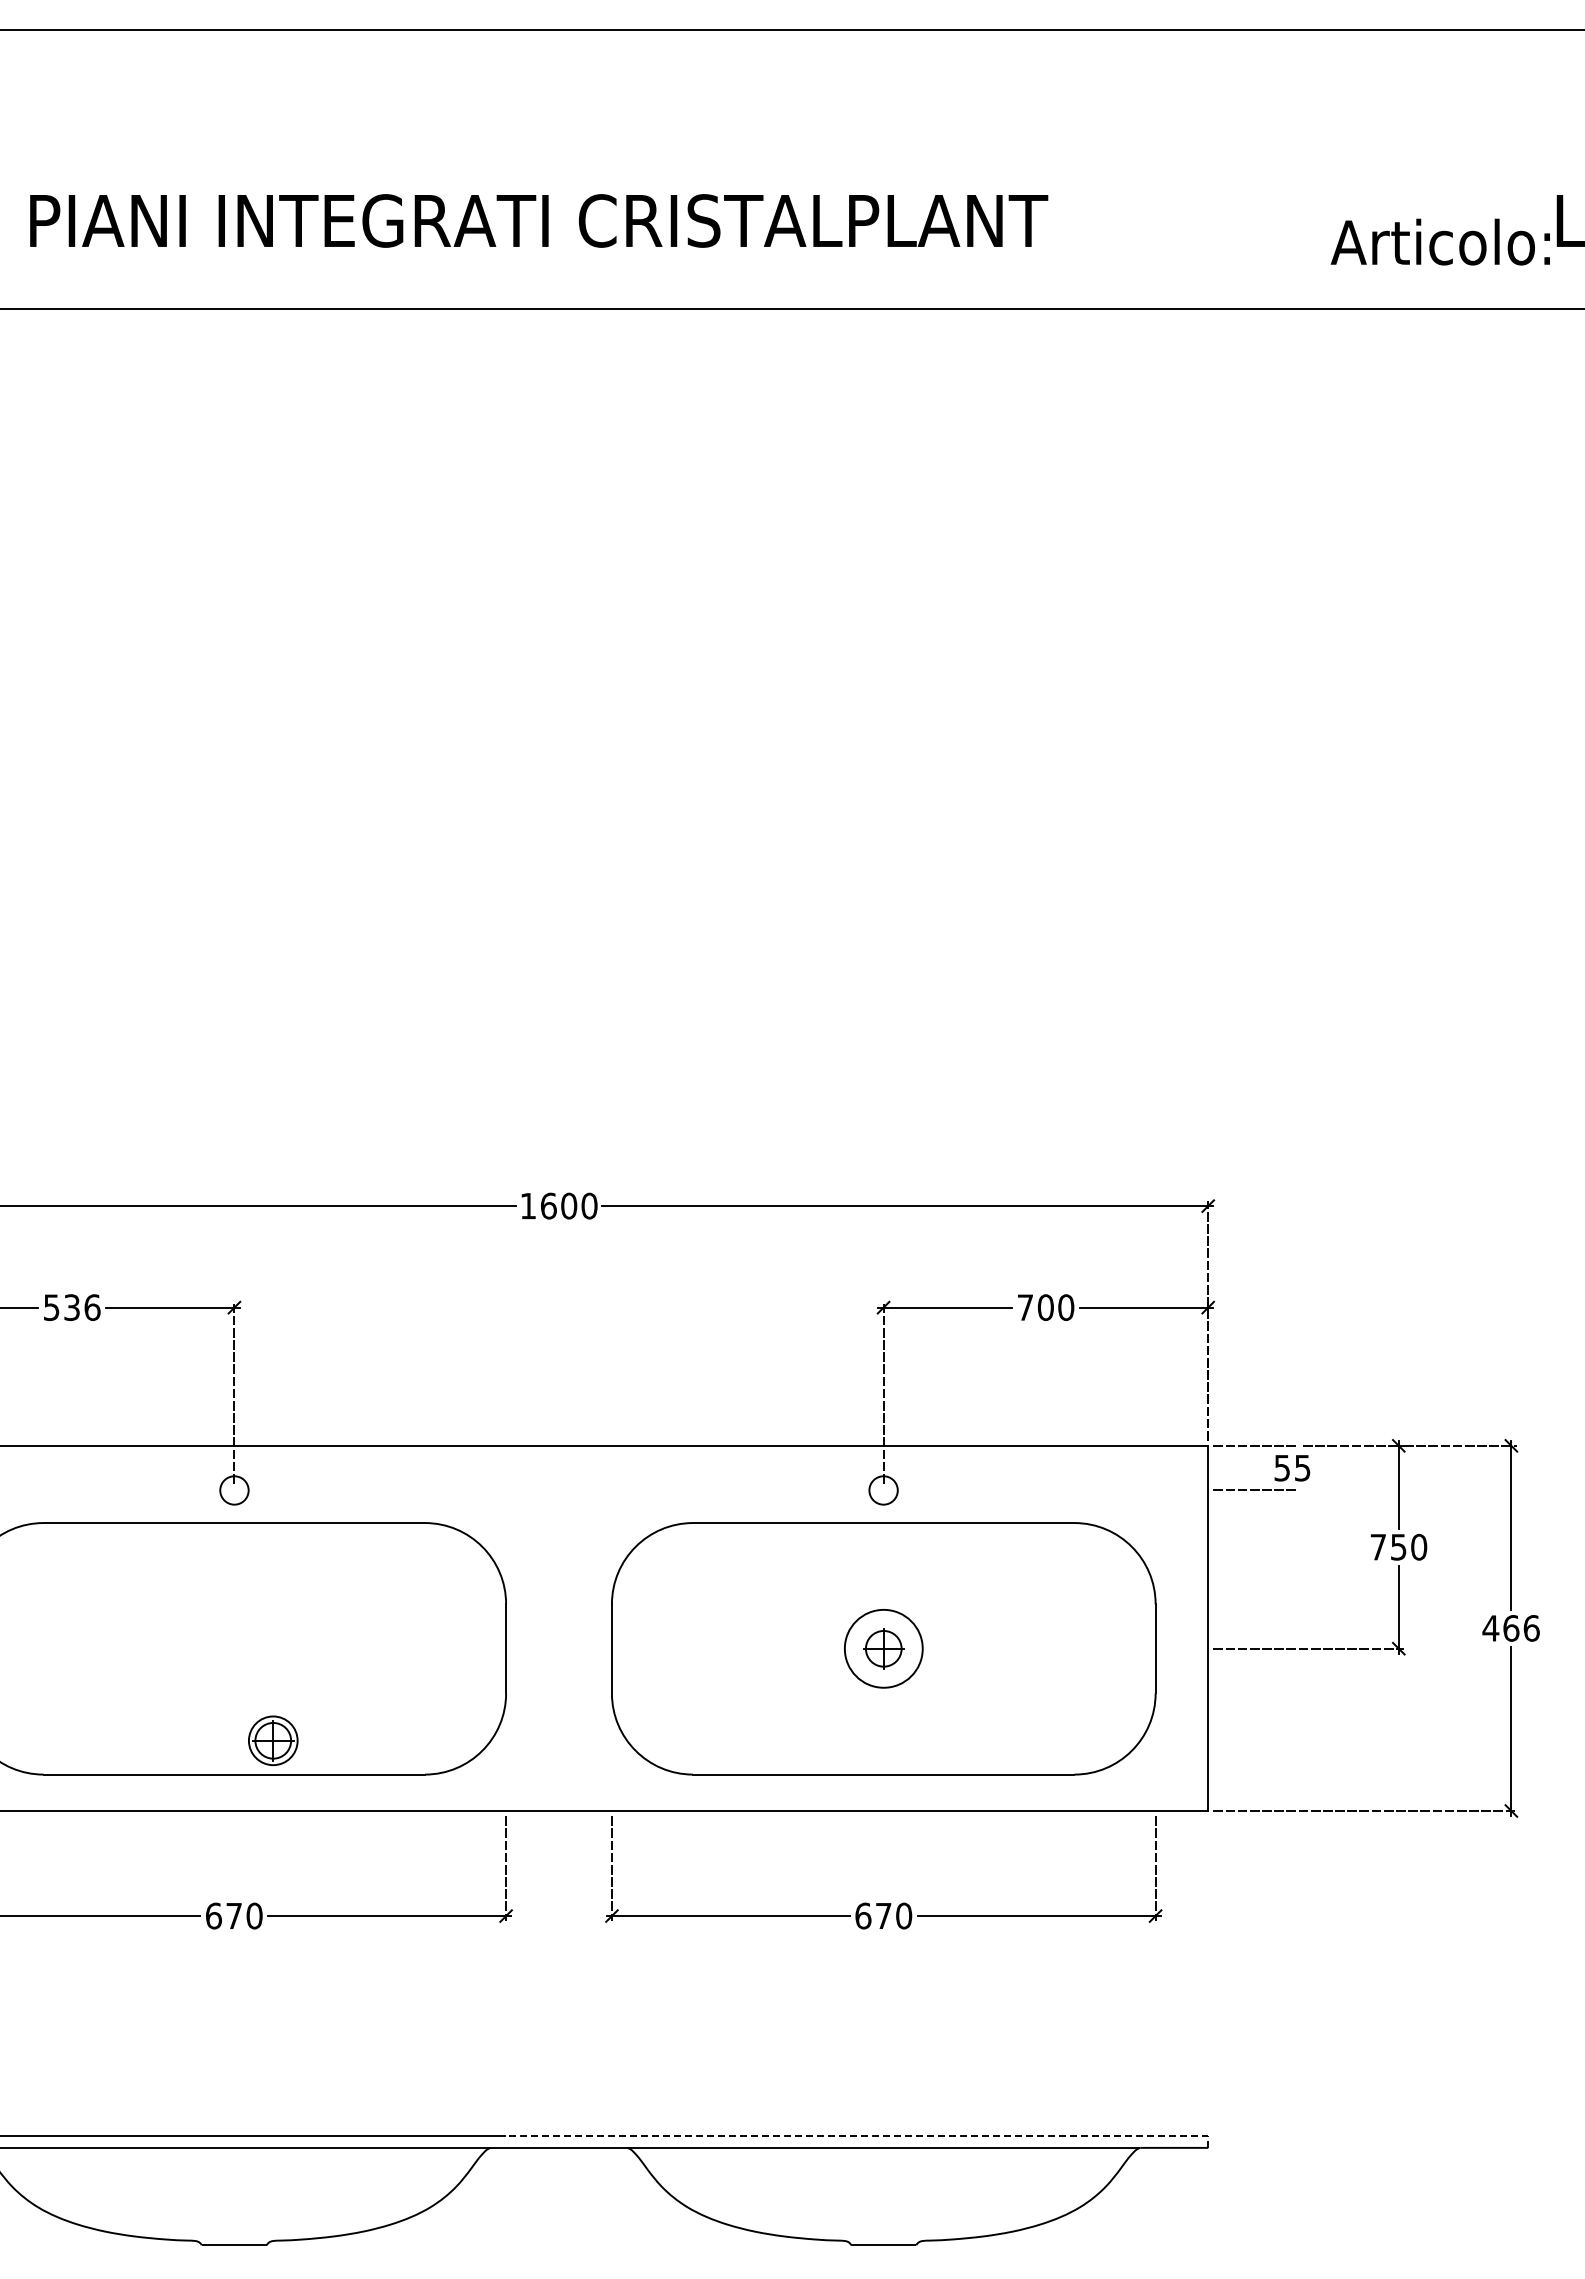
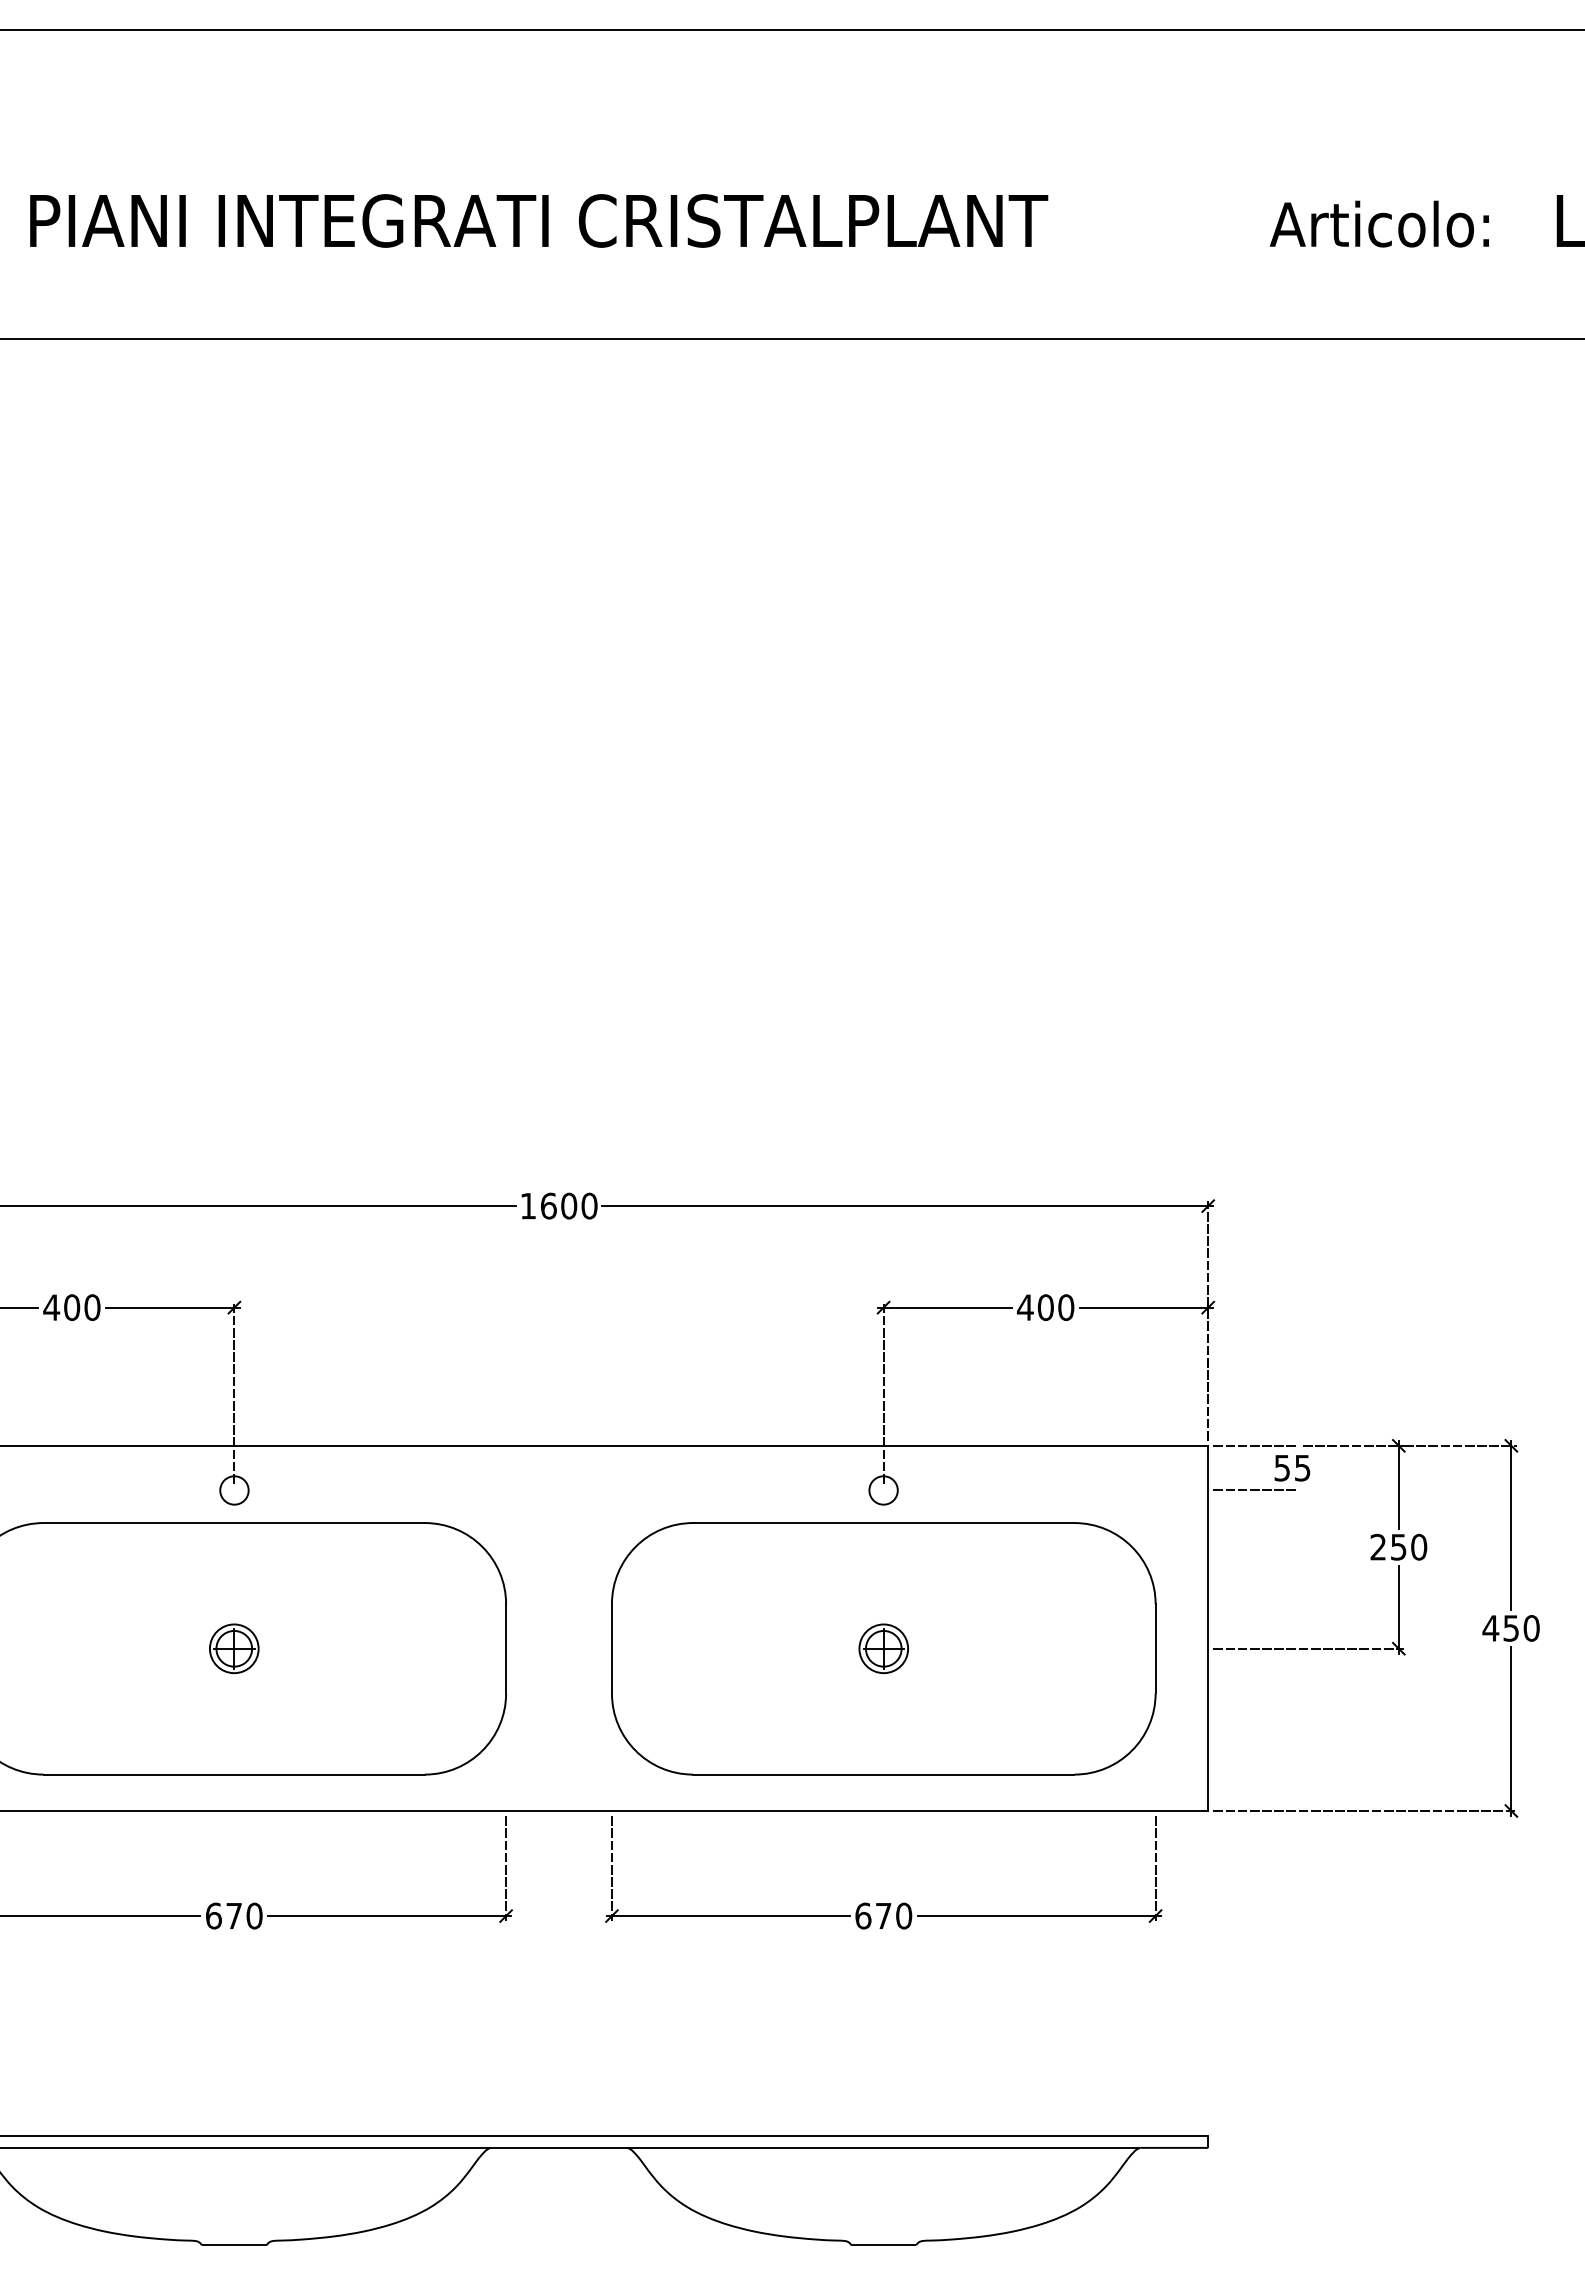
text at (1439, 241) position: (1439, 241) -> (1378, 223)
line at (791, 308) position: (791, 308) -> (791, 338)
text at (71, 1307): 536 -> 400
text at (1025, 1307): 700 -> 400
text at (1377, 1546): 750 -> 250
text at (1521, 1628): 466 -> 450
circle at (883, 1648) diameter: 78 px -> 49 px
part at (273, 1740) position: (273, 1740) -> (234, 1648)
line at (863, 2135): dashed -> solid
